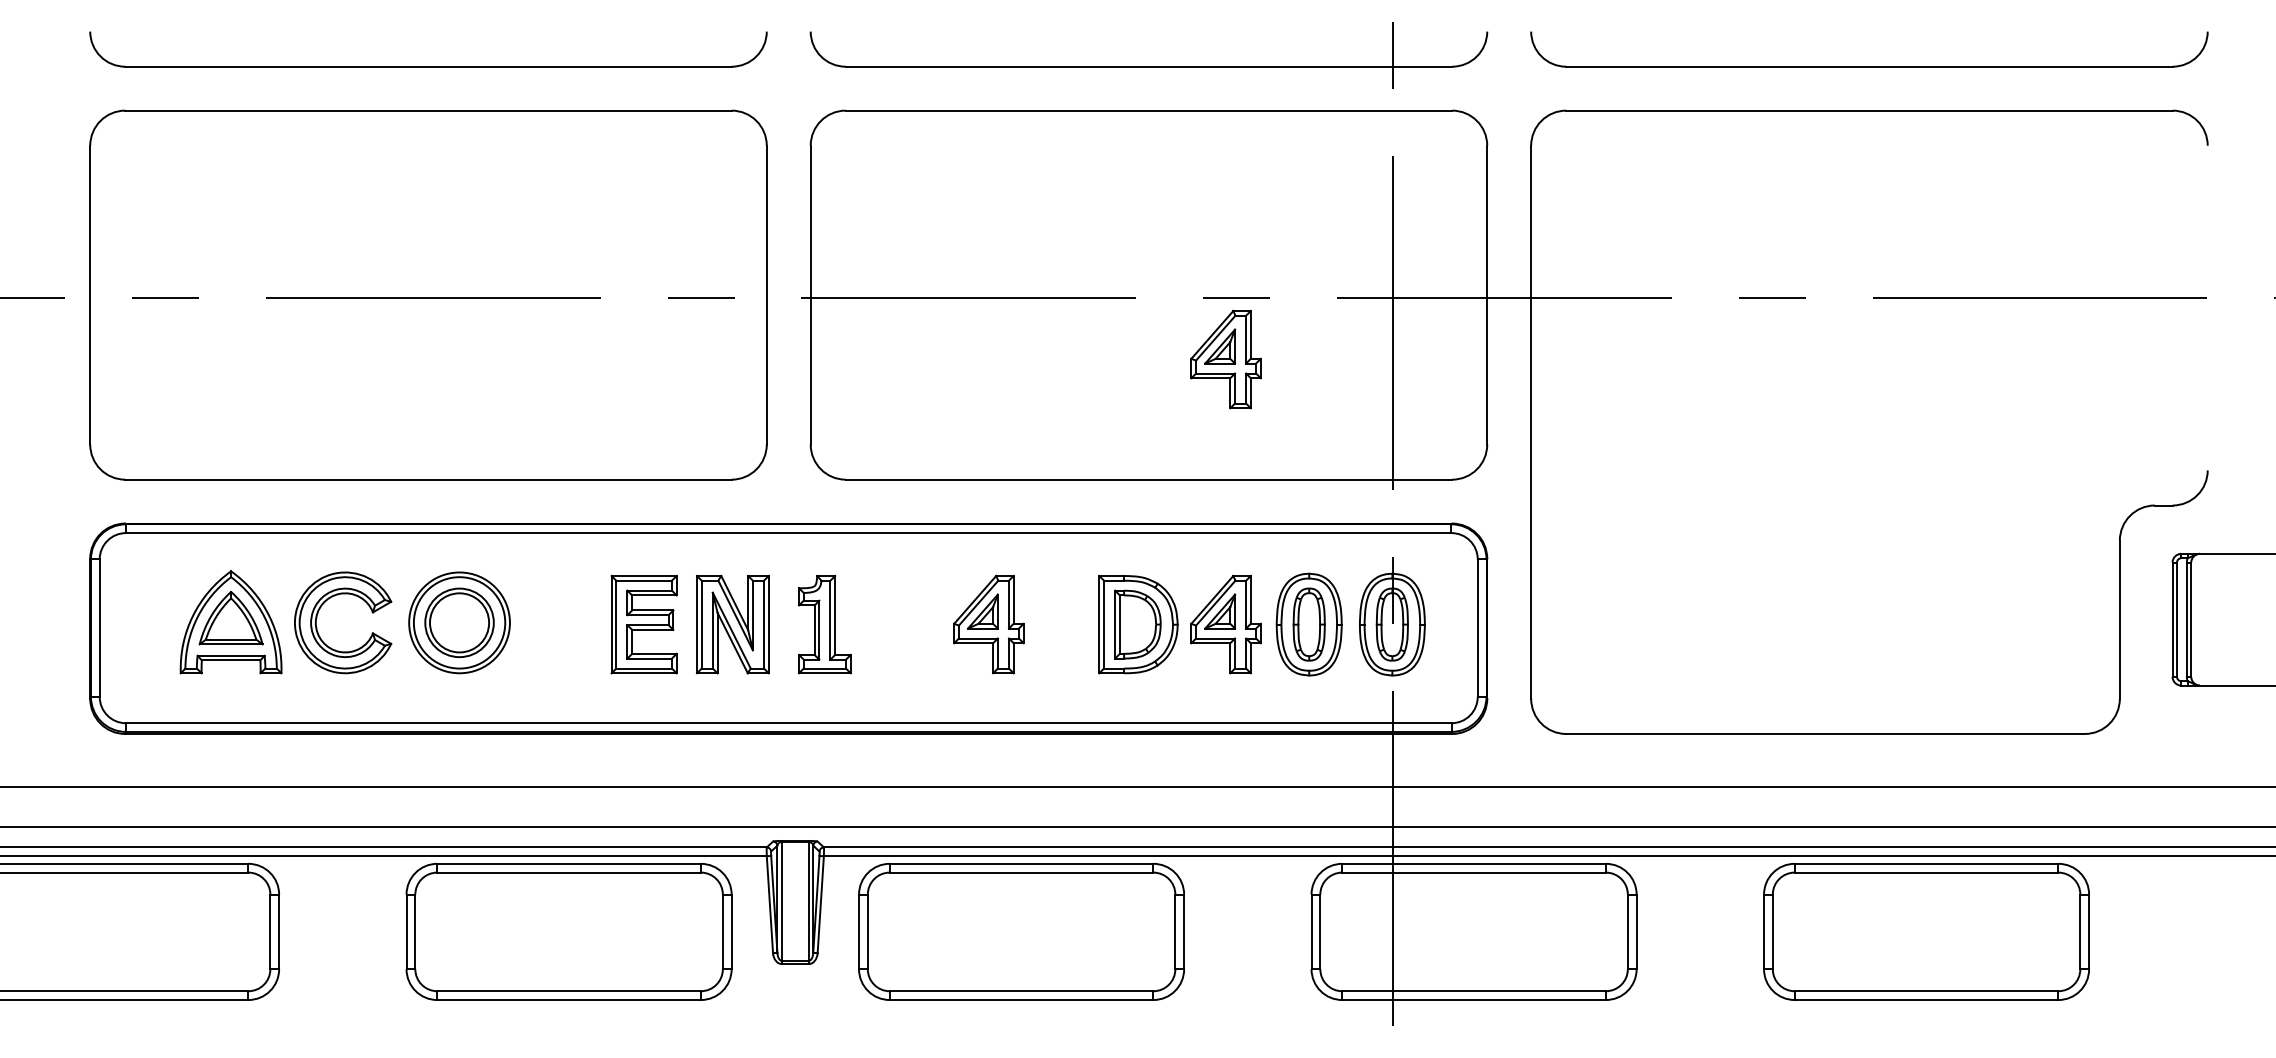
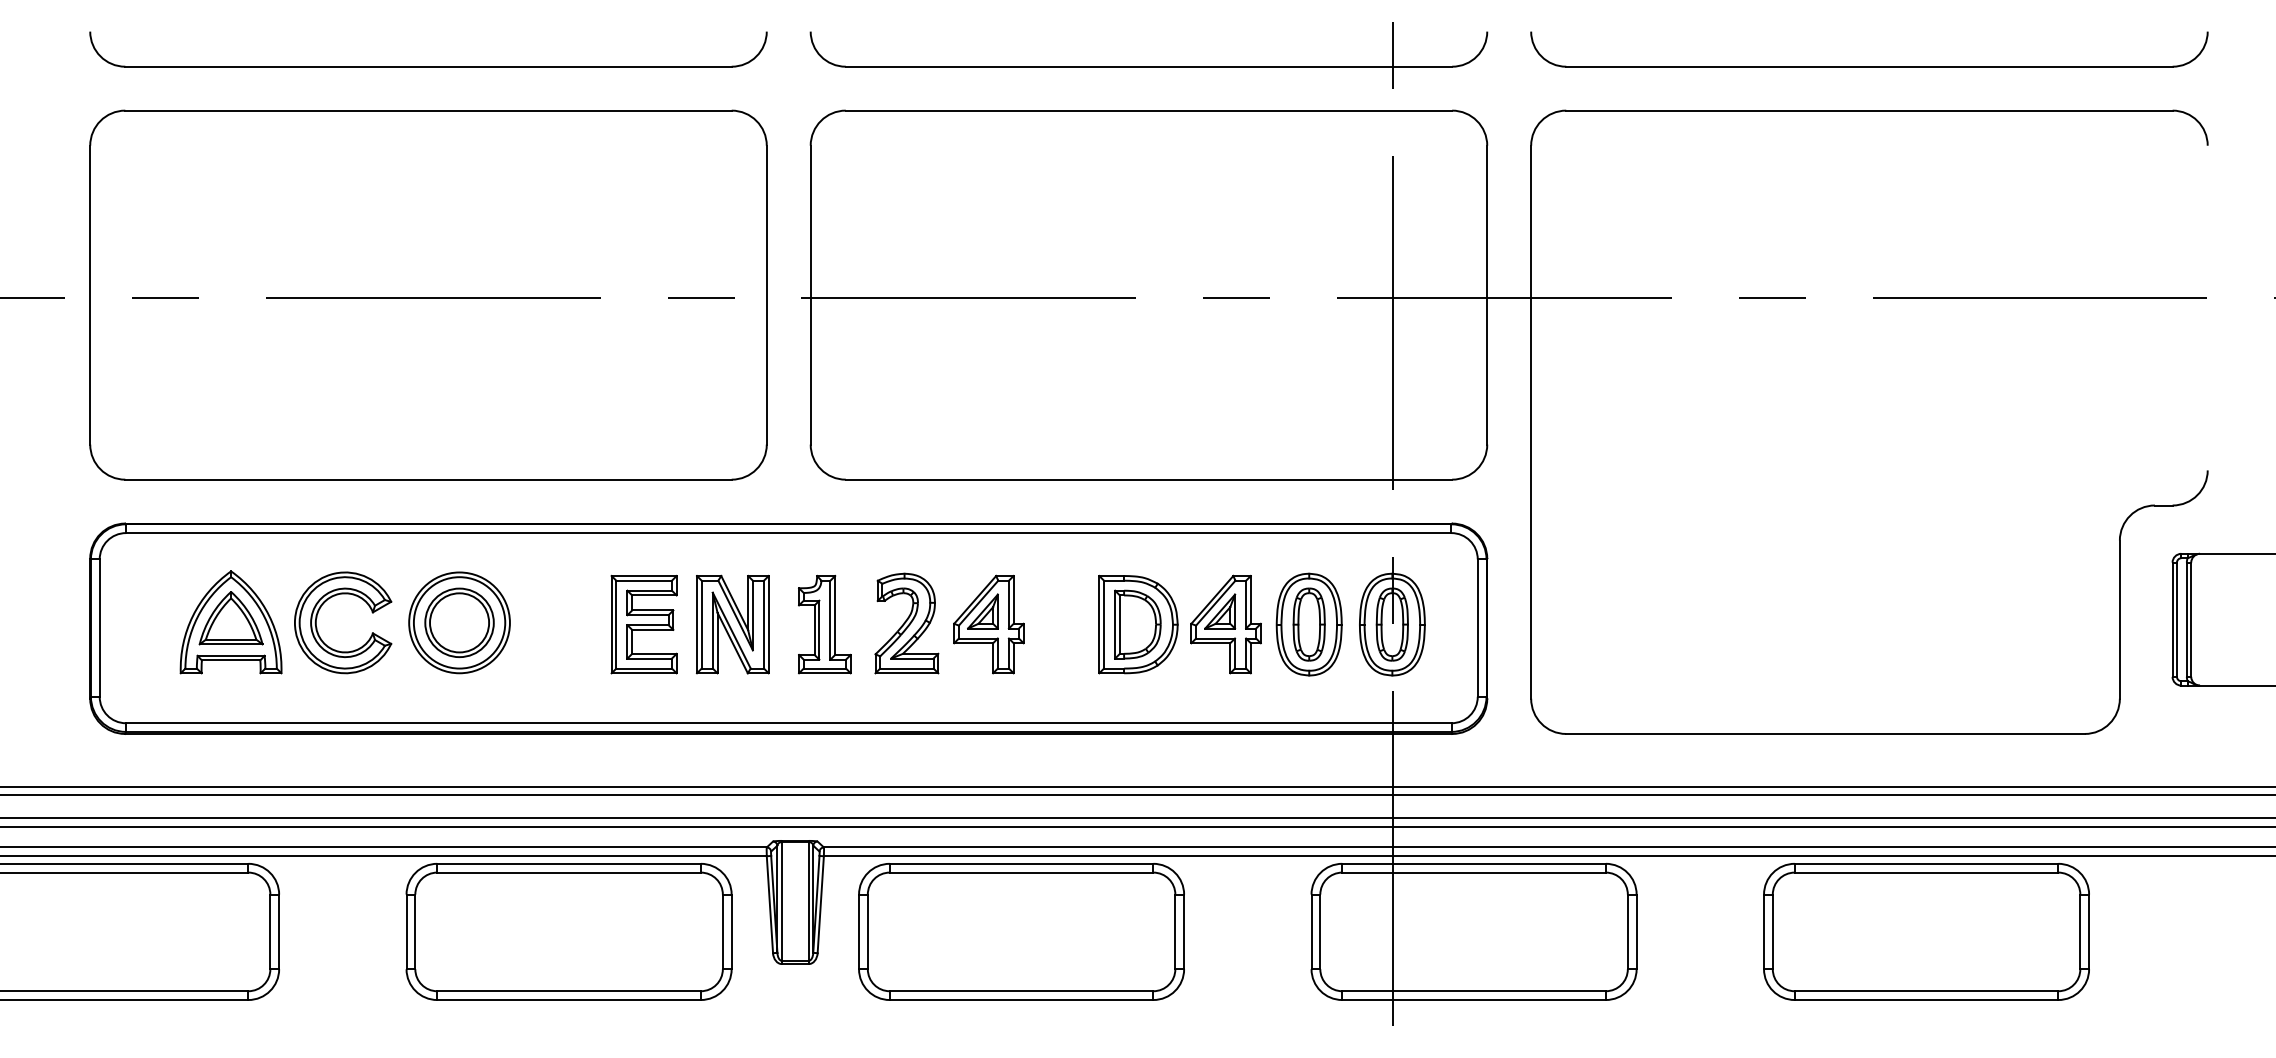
part at (1225, 359): present -> none
part at (906, 623): none -> present
line at (1137, 794): none -> present
line at (1137, 818): none -> present
